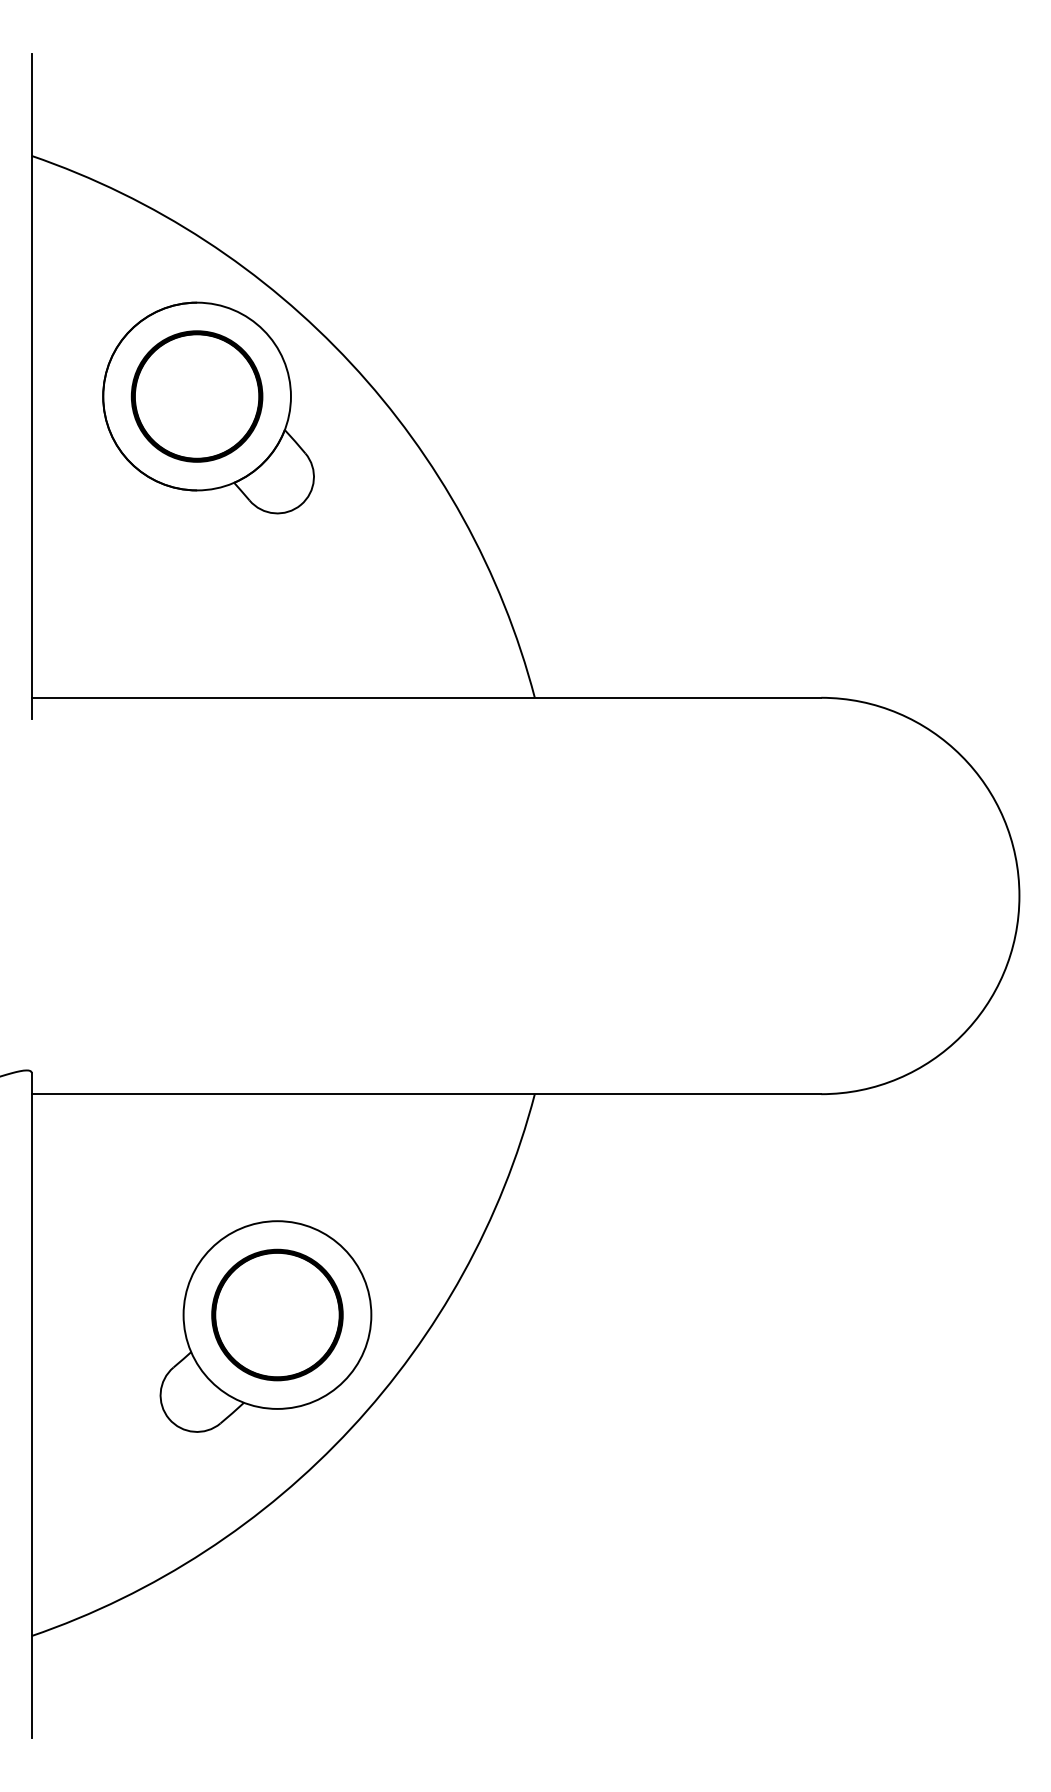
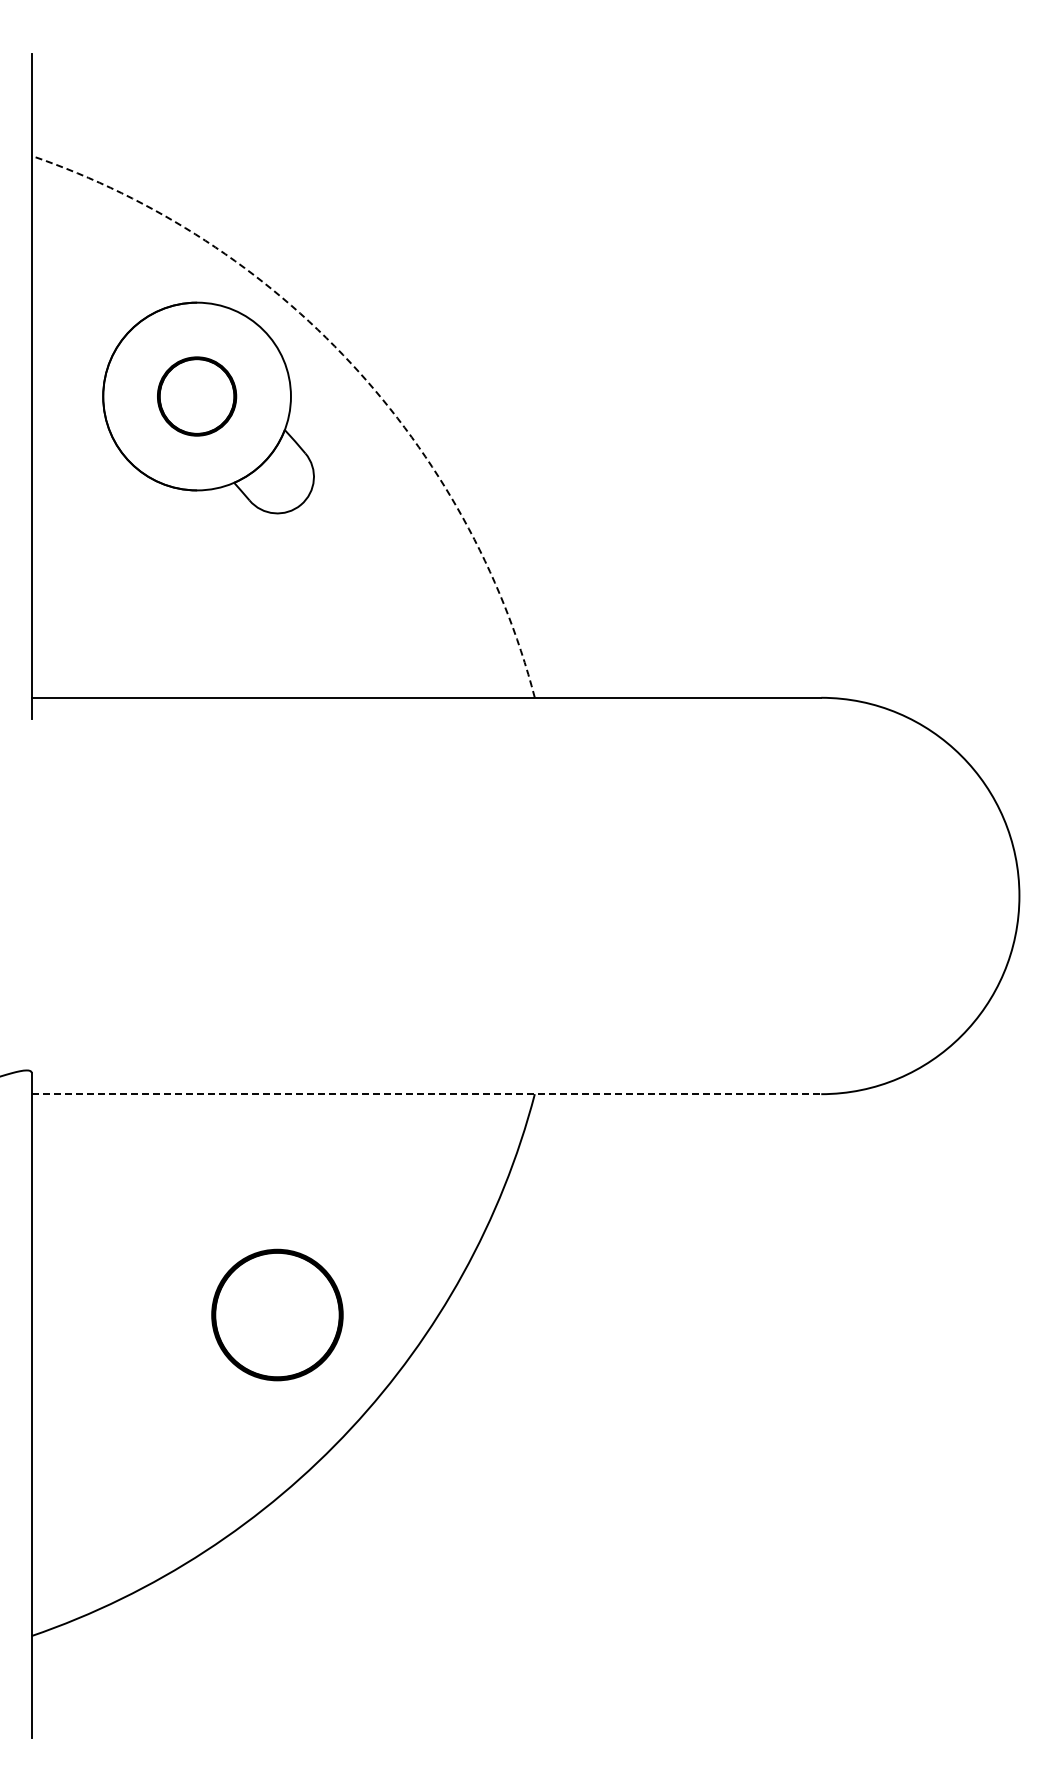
arc at (351, 363): solid -> dashed
part at (196, 396) size: 134x133 px -> 81x81 px
line at (426, 1094): solid -> dashed
part at (265, 1326): present -> none
